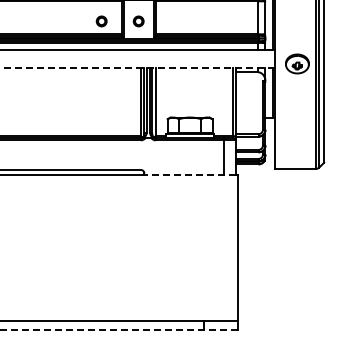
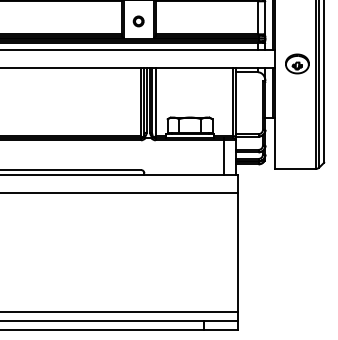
part at (101, 21): present -> none
line at (137, 67): dashed -> solid
line at (190, 174): dashed -> solid
line at (120, 192): none -> present
line at (120, 311): none -> present
line at (119, 329): dashed -> solid
